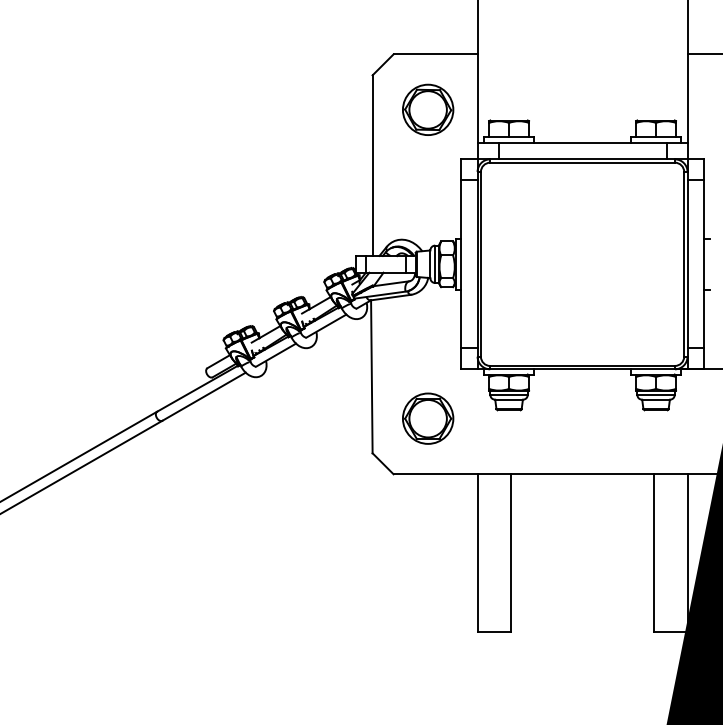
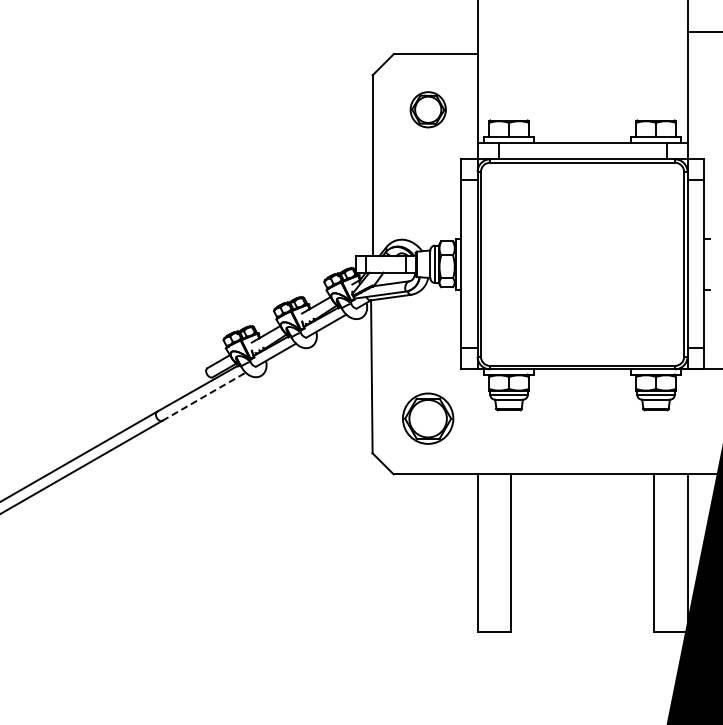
line at (703, 54) position: (703, 54) -> (703, 32)
part at (428, 109) size: 53x53 px -> 38x38 px
line at (204, 396): solid -> dashed
